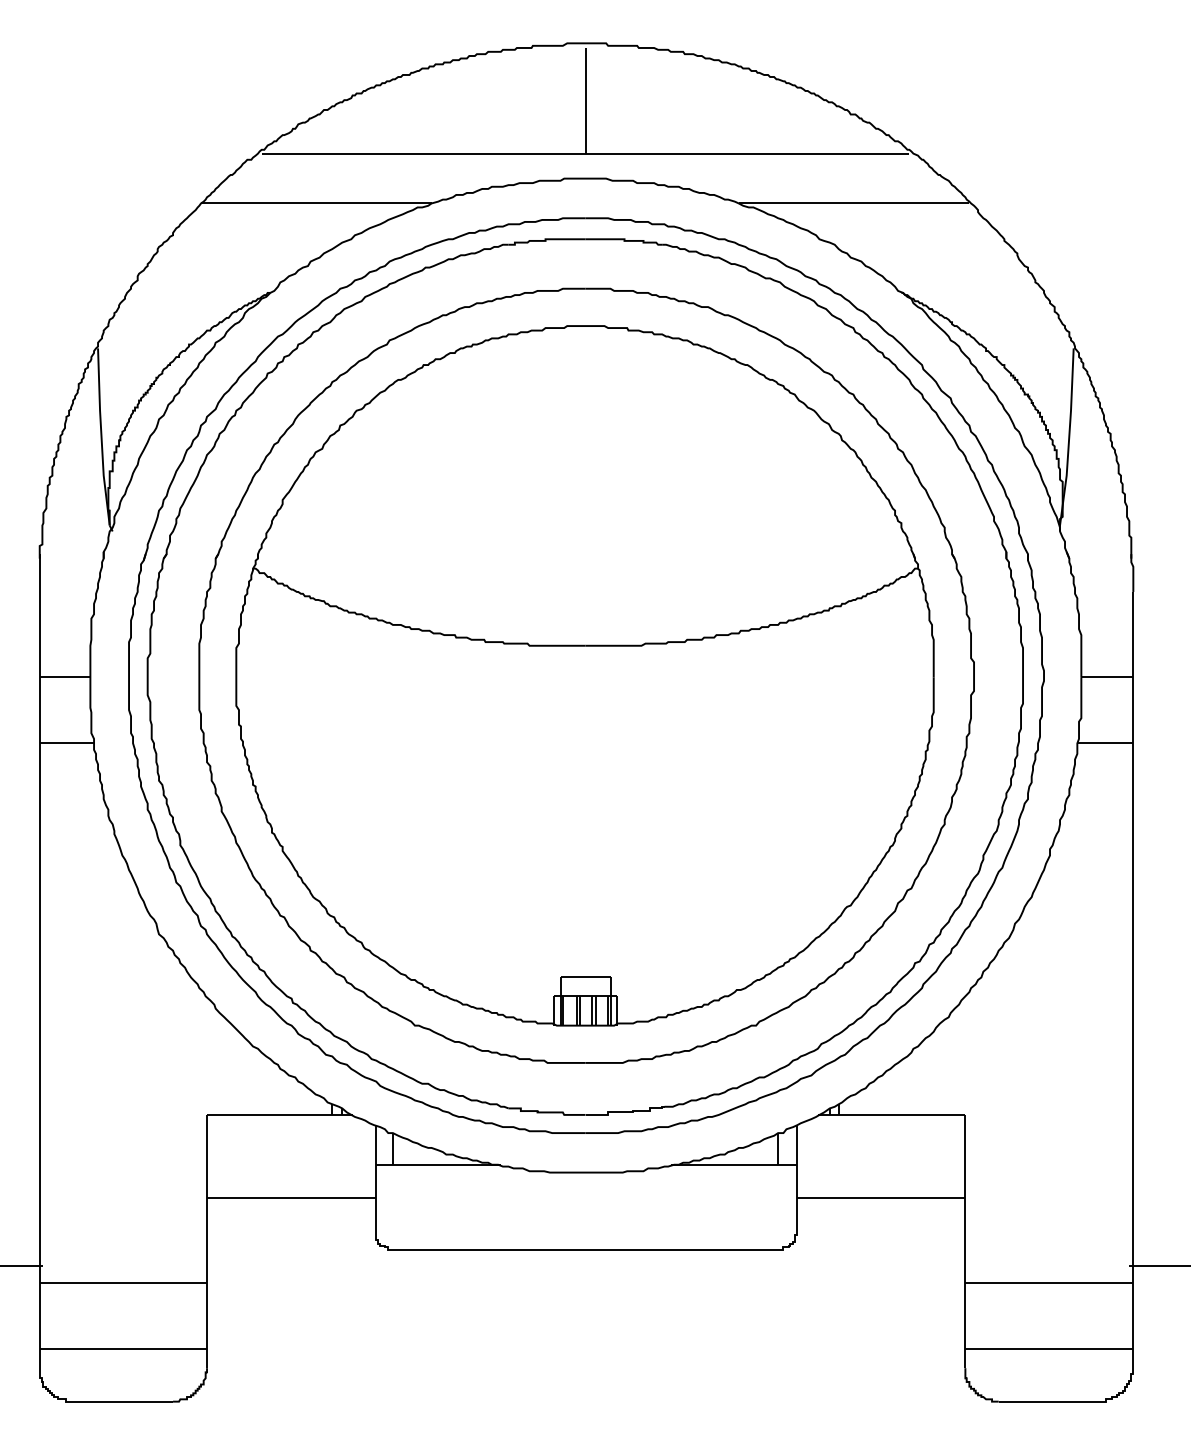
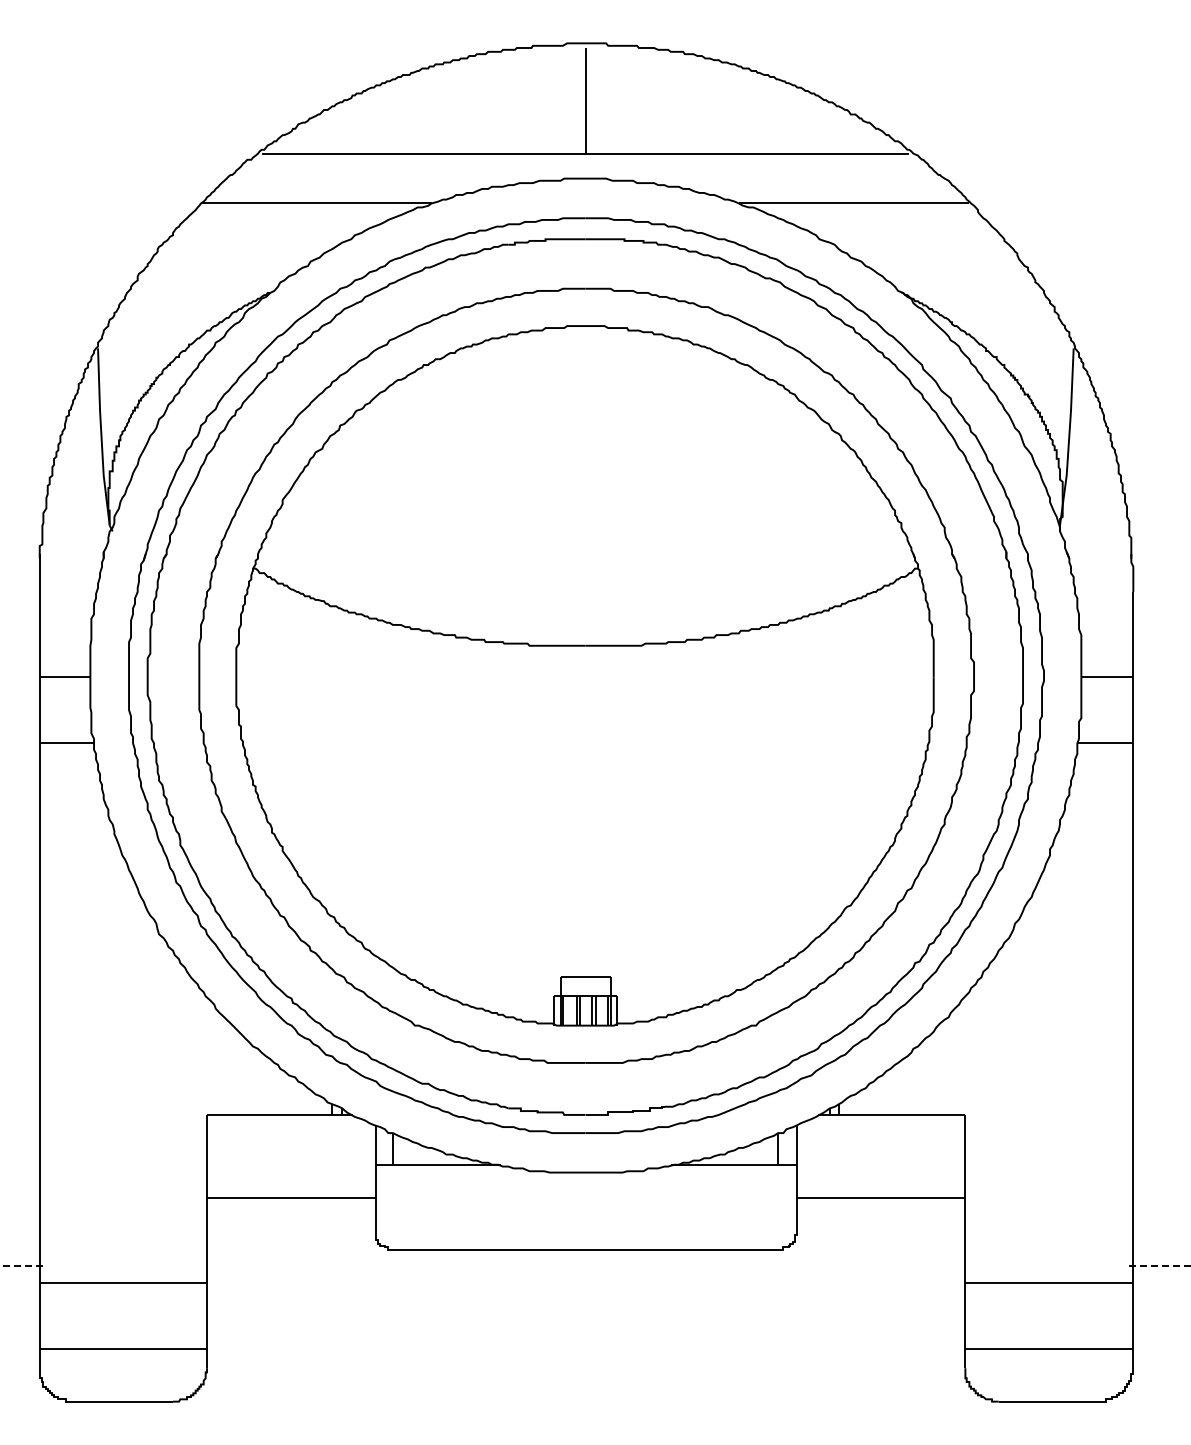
line at (21, 1266): solid -> dashed
line at (1160, 1266): solid -> dashed
